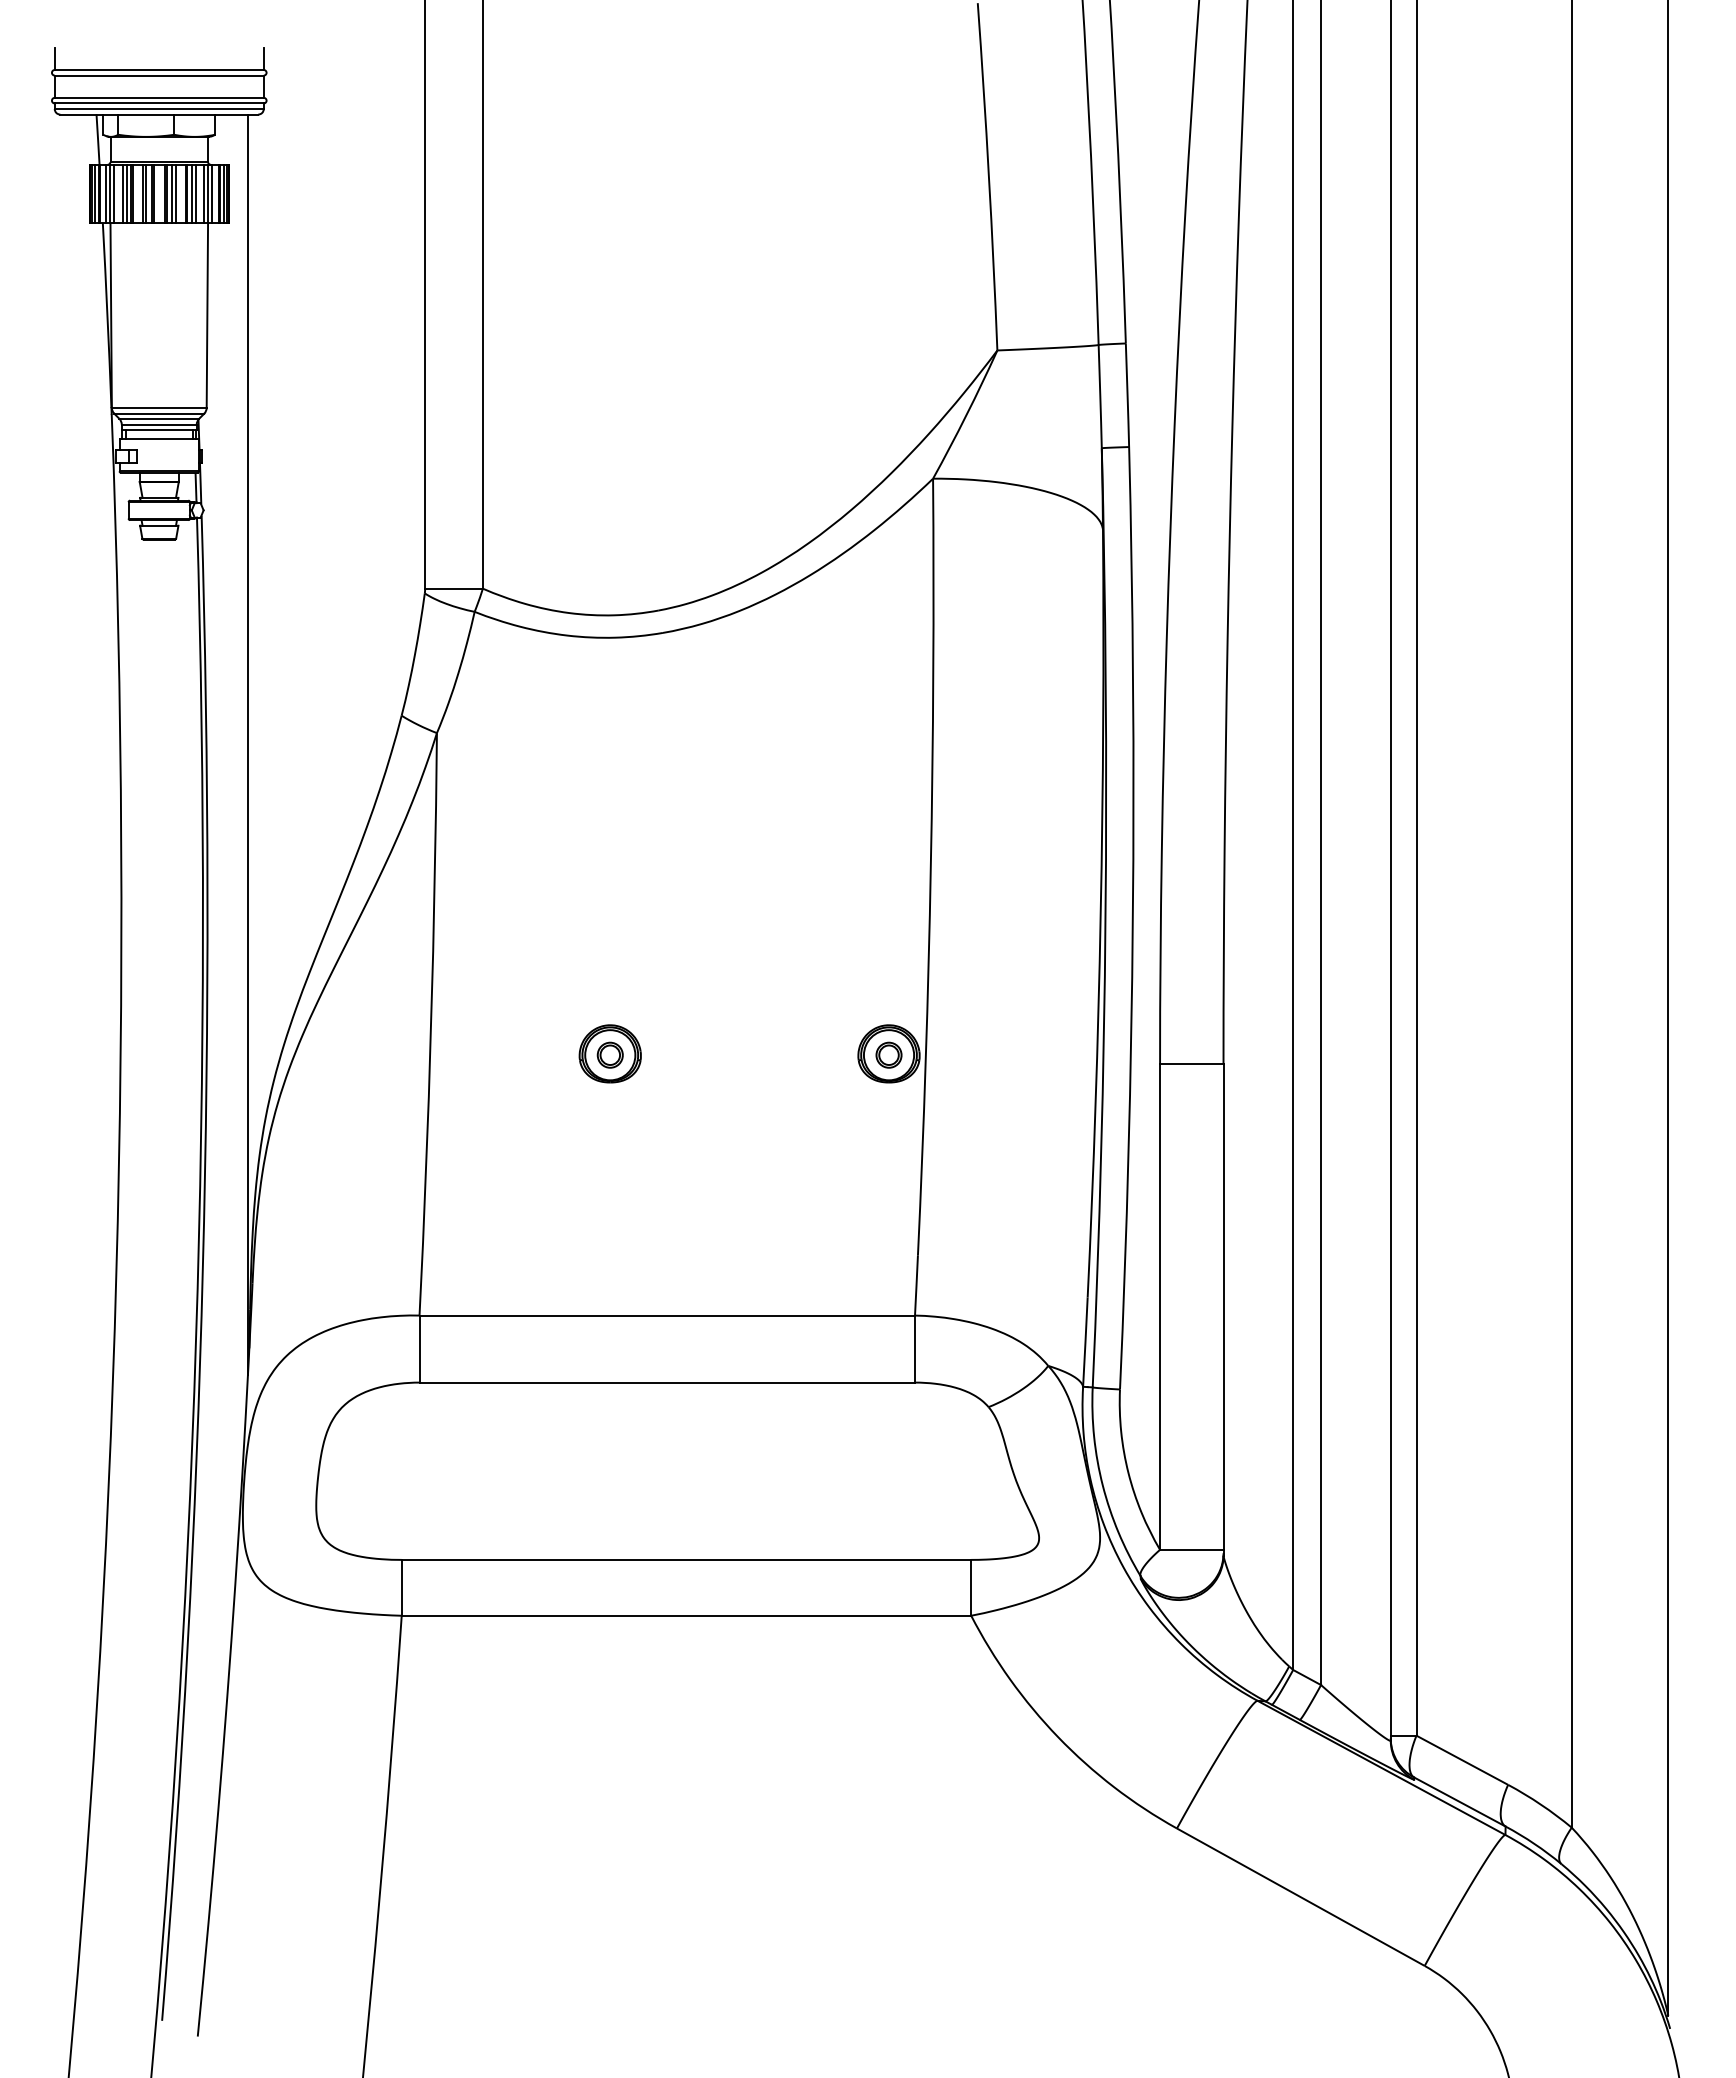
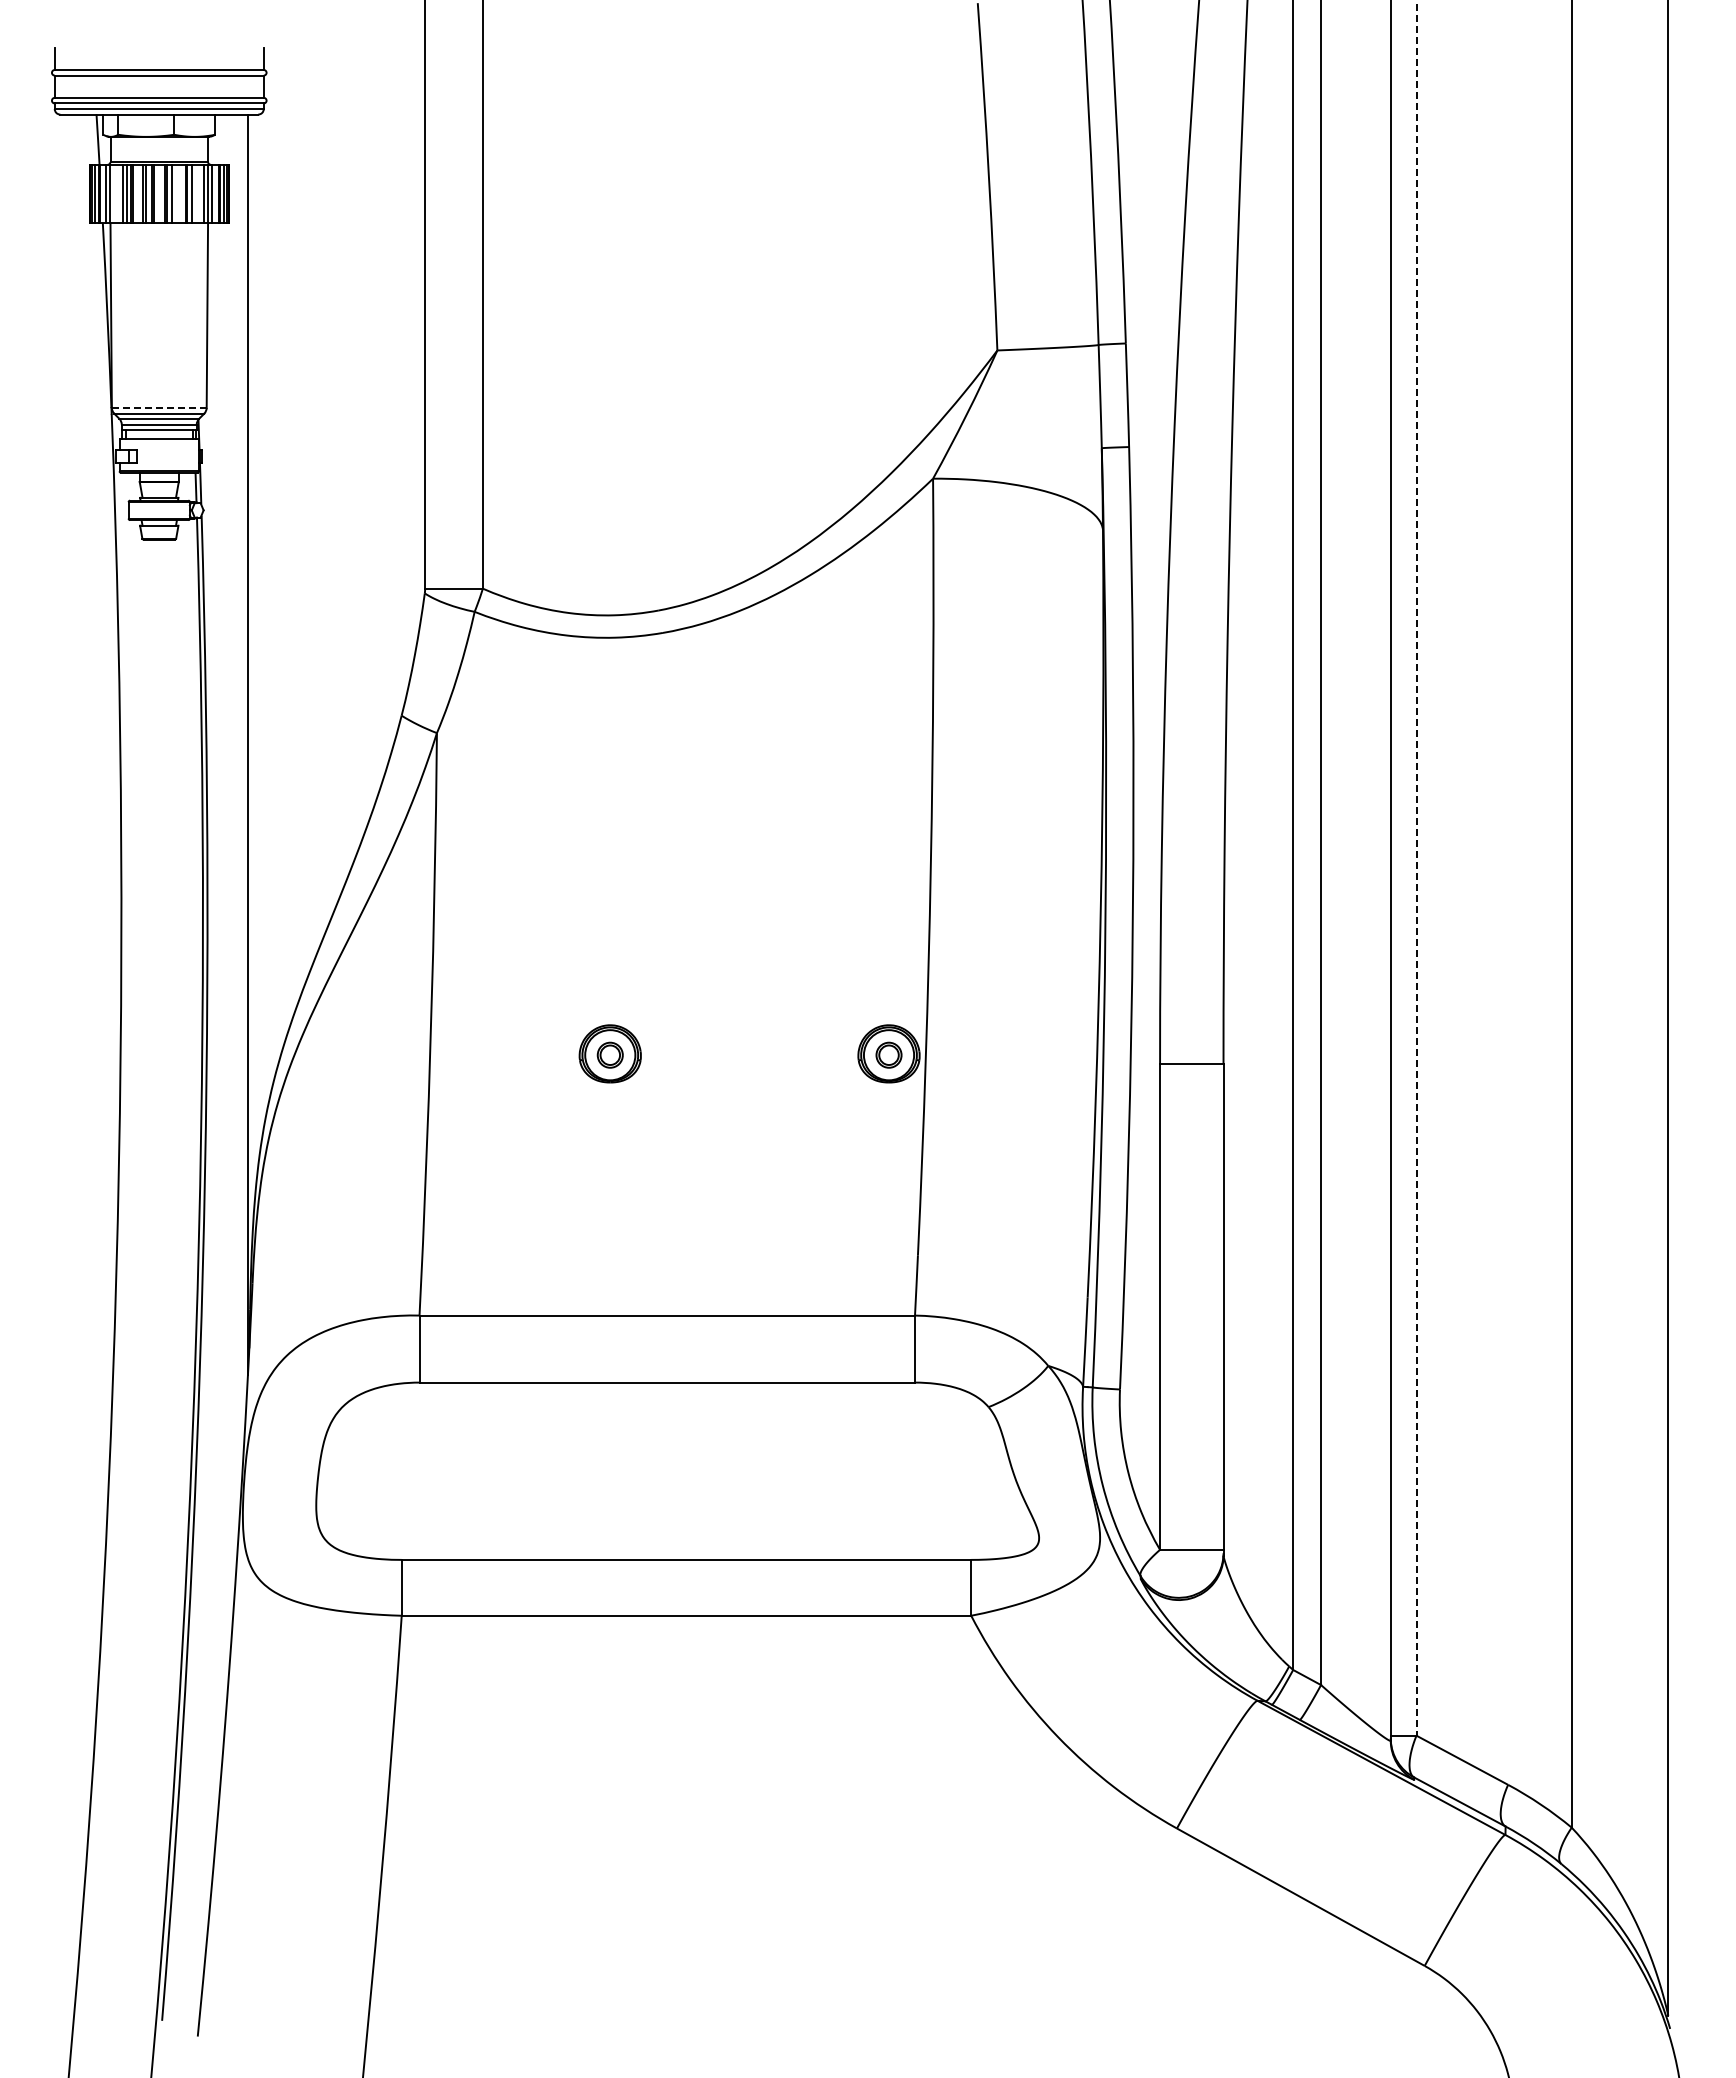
line at (114, 193): present -> none
line at (175, 193): present -> none
line at (195, 193): present -> none
line at (159, 407): solid -> dashed
line at (1416, 868): solid -> dashed
